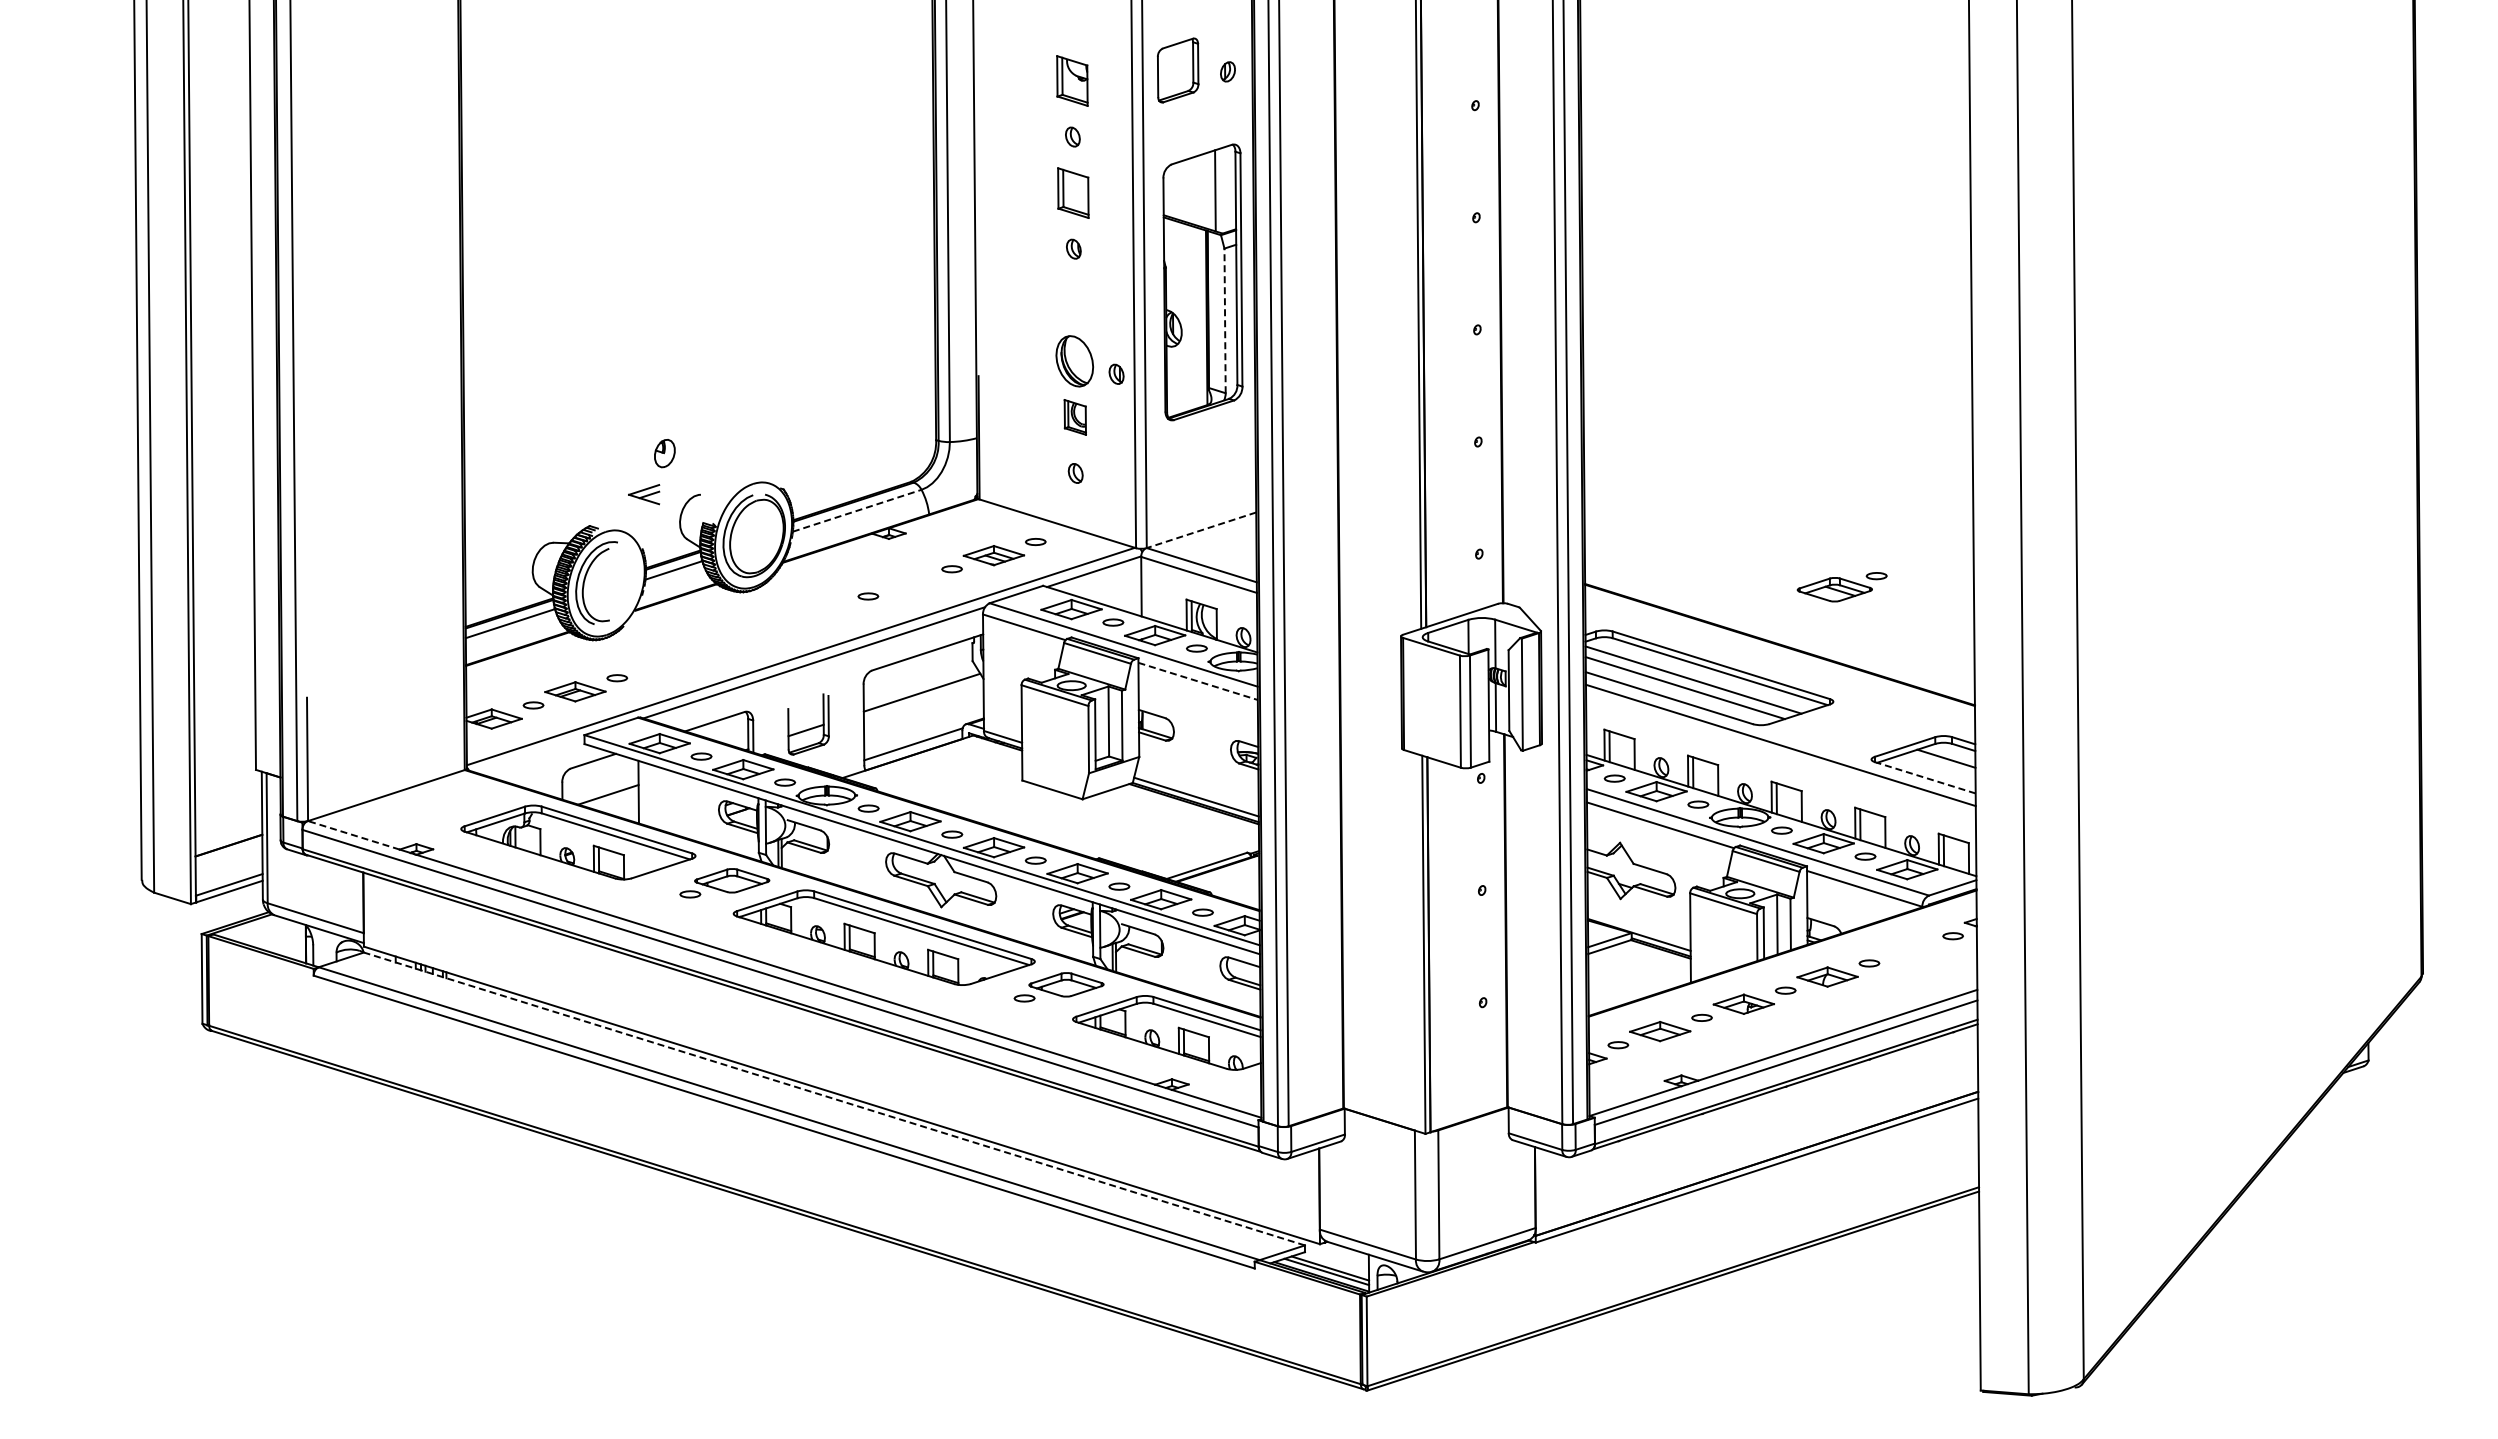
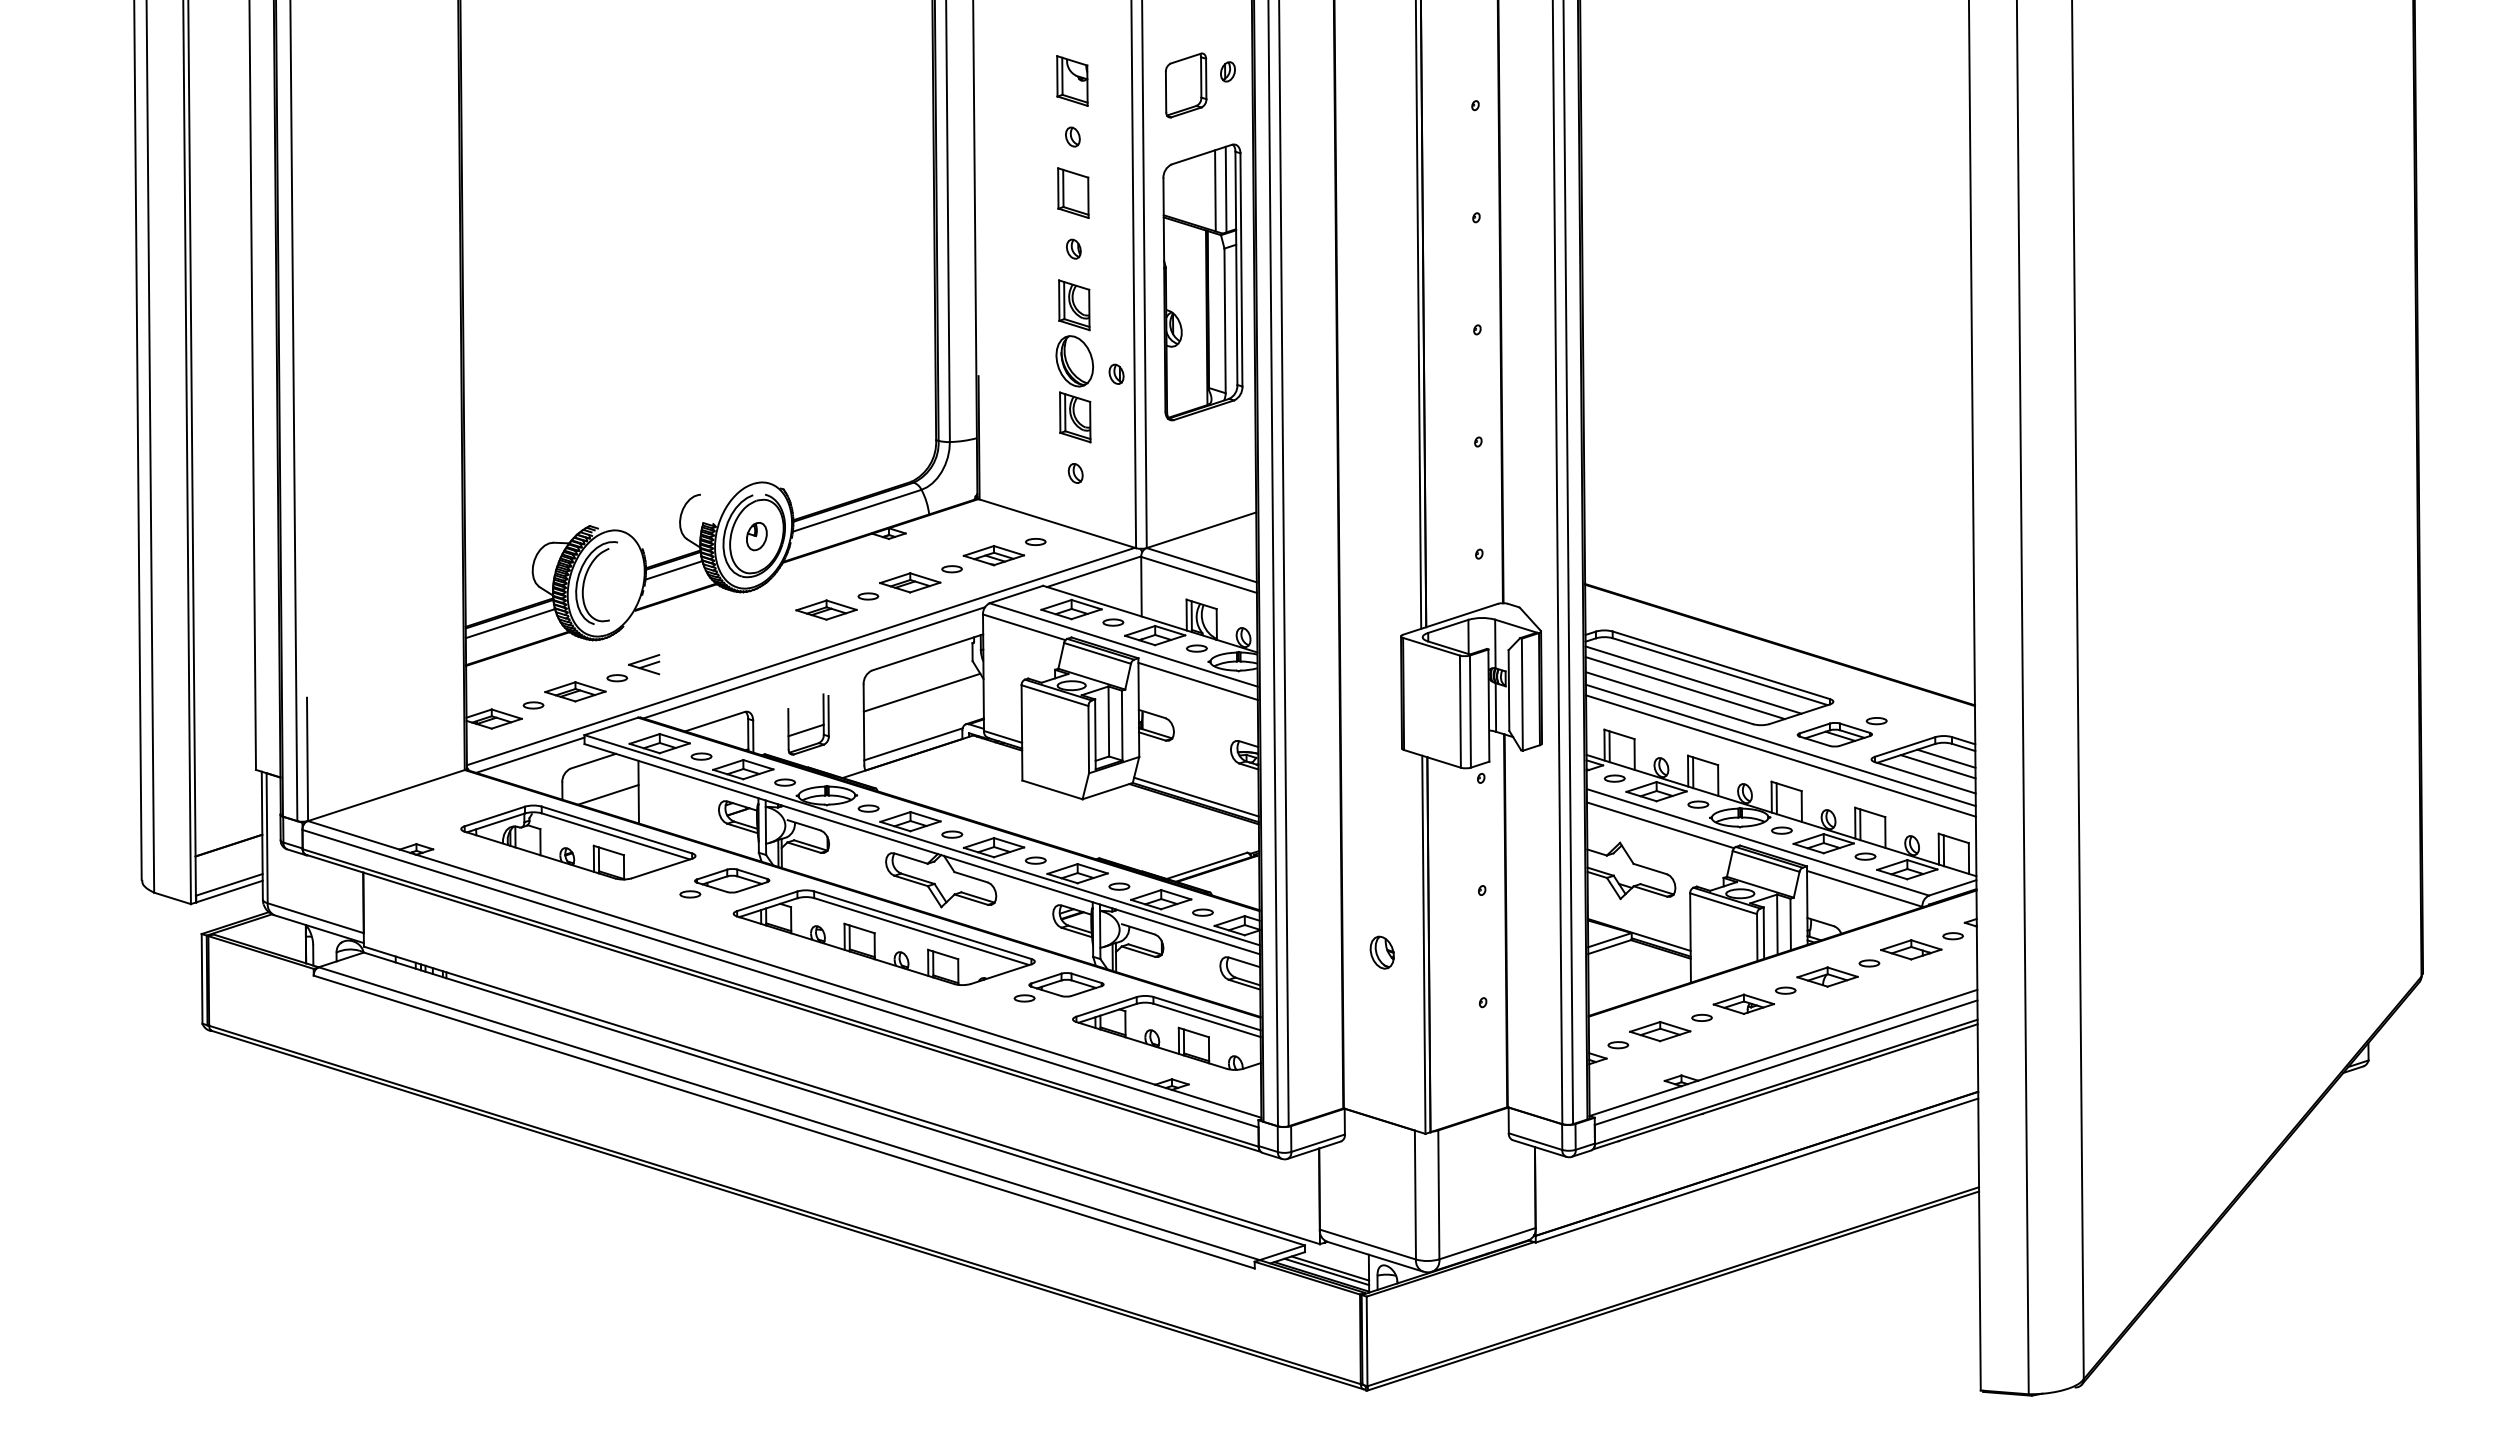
part at (1178, 70) position: (1178, 70) -> (1186, 85)
line at (1225, 189): none -> present
part at (1074, 305): none -> present
line at (1225, 320): dashed -> solid
part at (1074, 417) size: 24x37 px -> 33x53 px
part at (664, 453) position: (664, 453) -> (756, 536)
part at (644, 494) position: (644, 494) -> (644, 664)
line at (857, 510): dashed -> solid
line at (1201, 530): dashed -> solid
part at (910, 582): none -> present
part at (1841, 587) position: (1841, 587) -> (1841, 732)
part at (826, 609): none -> present
line at (1198, 681): dashed -> solid
line at (530, 754): none -> present
line at (1780, 755): none -> present
line at (1937, 766): none -> present
line at (1925, 777): dashed -> solid
line at (353, 835): dashed -> solid
part at (1911, 949): none -> present
part at (1381, 952): none -> present
line at (834, 1098): dashed -> solid
